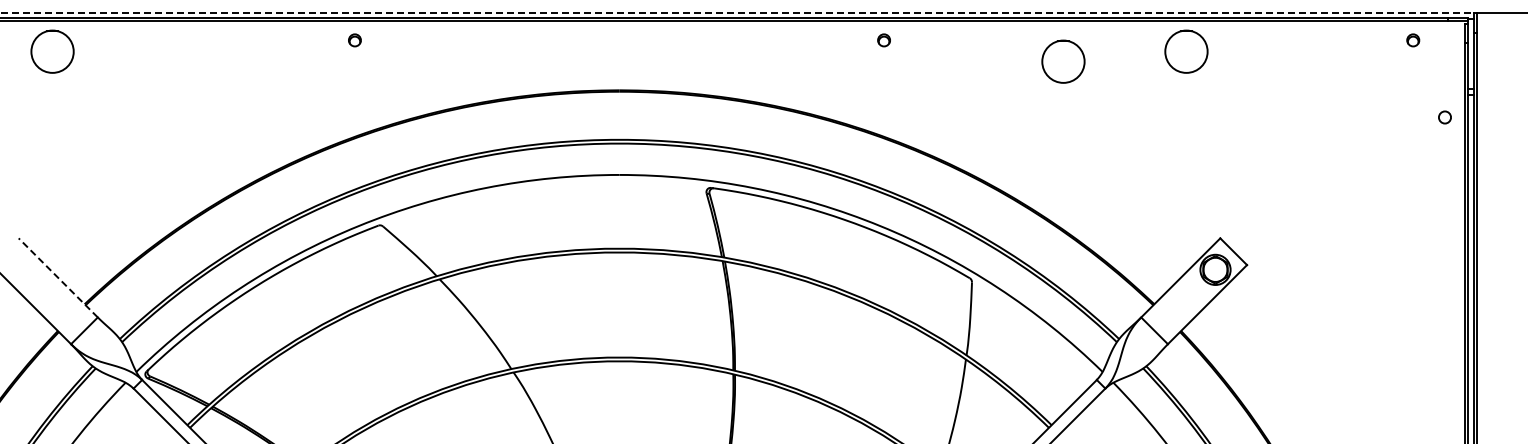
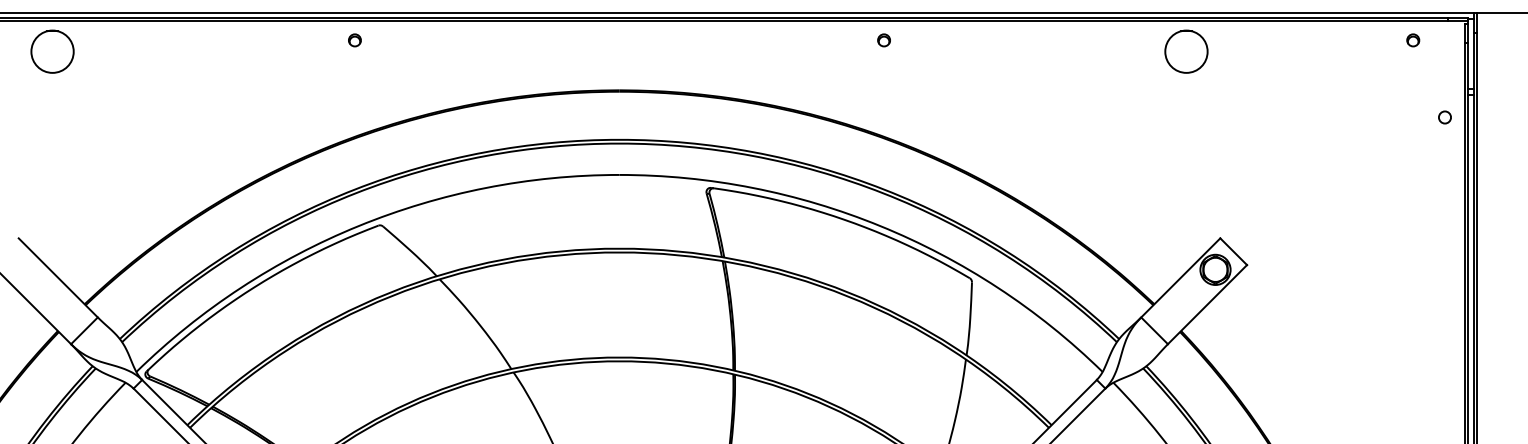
line at (737, 13): dashed -> solid
circle at (1063, 61): present -> none
line at (58, 277): dashed -> solid
